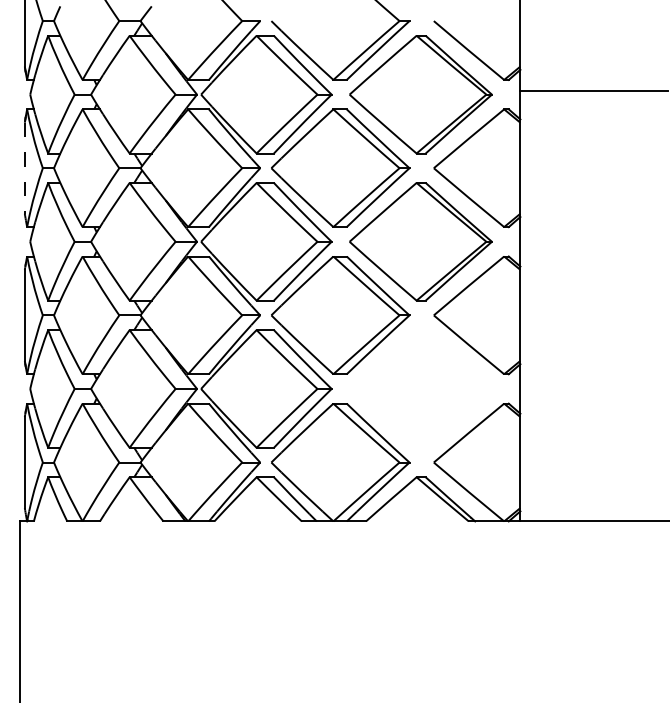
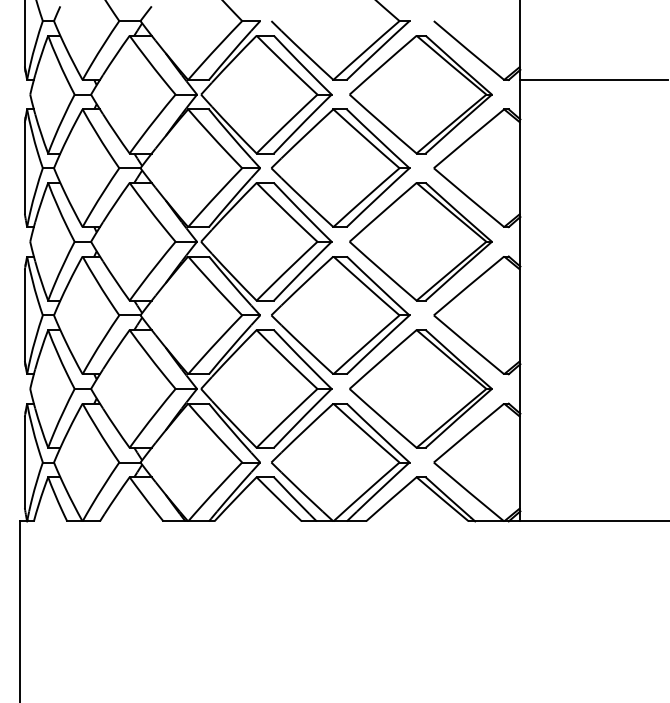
line at (593, 90) position: (593, 90) -> (593, 79)
line at (24, 168): dashed -> solid
part at (420, 388): none -> present
